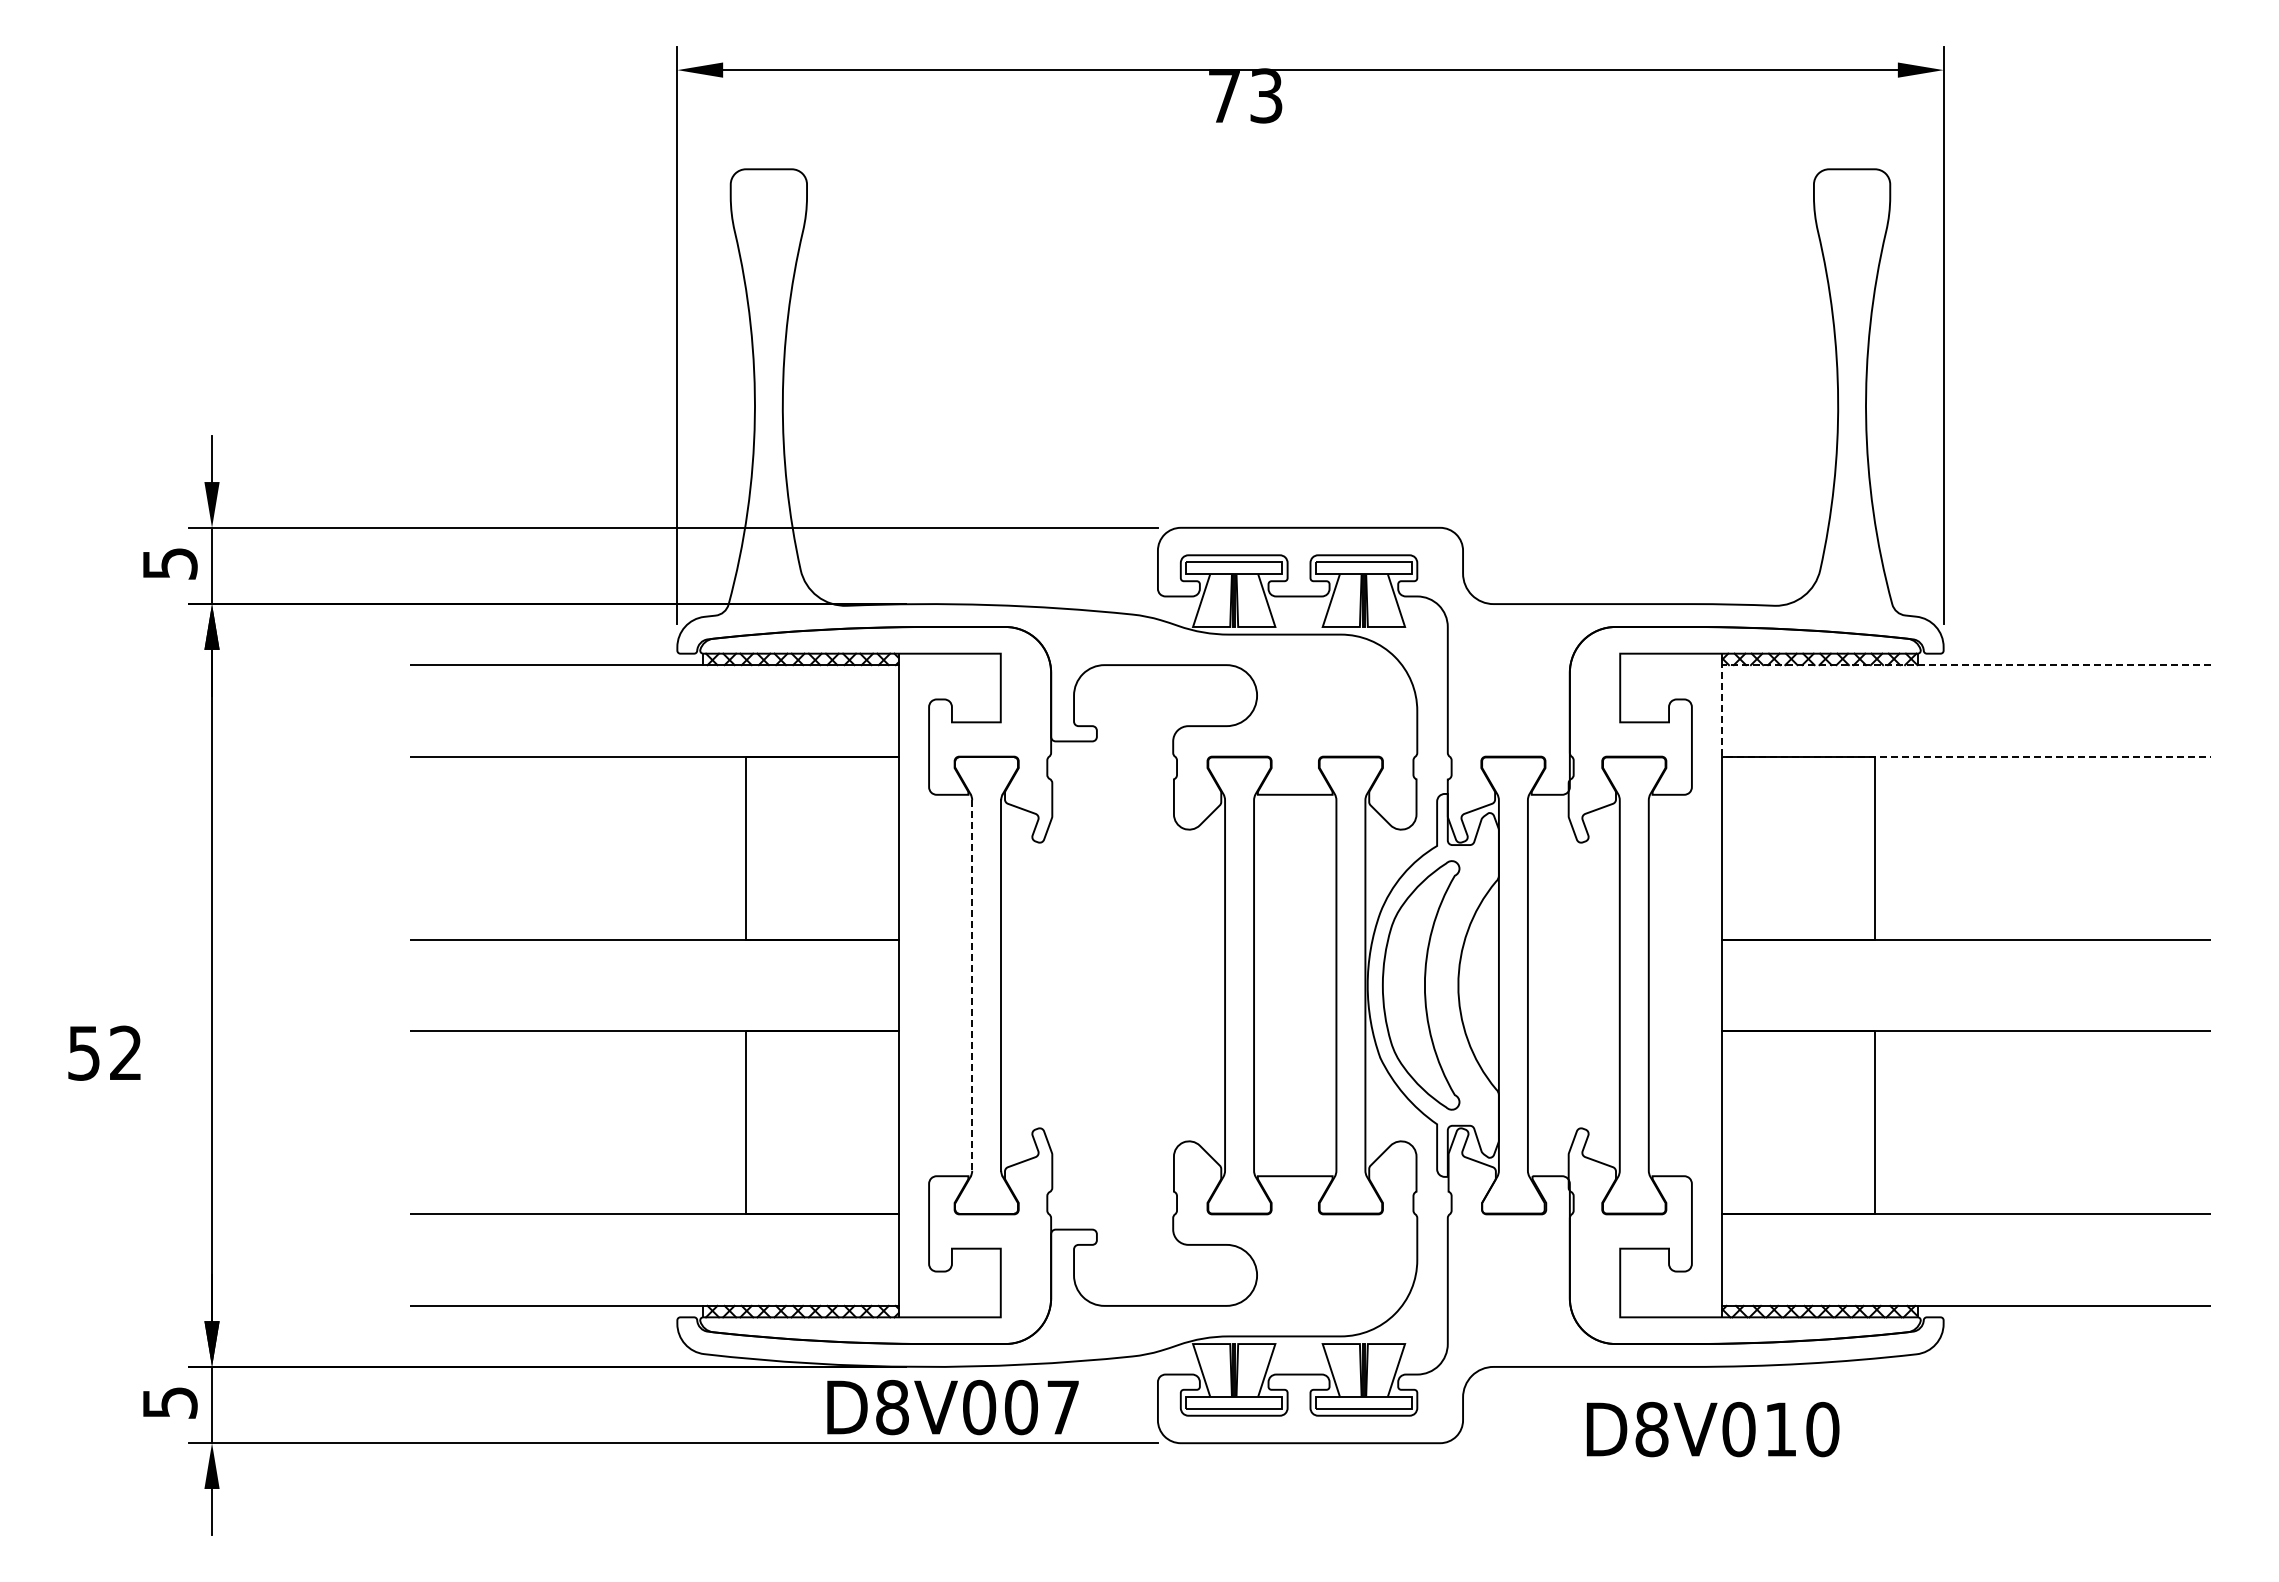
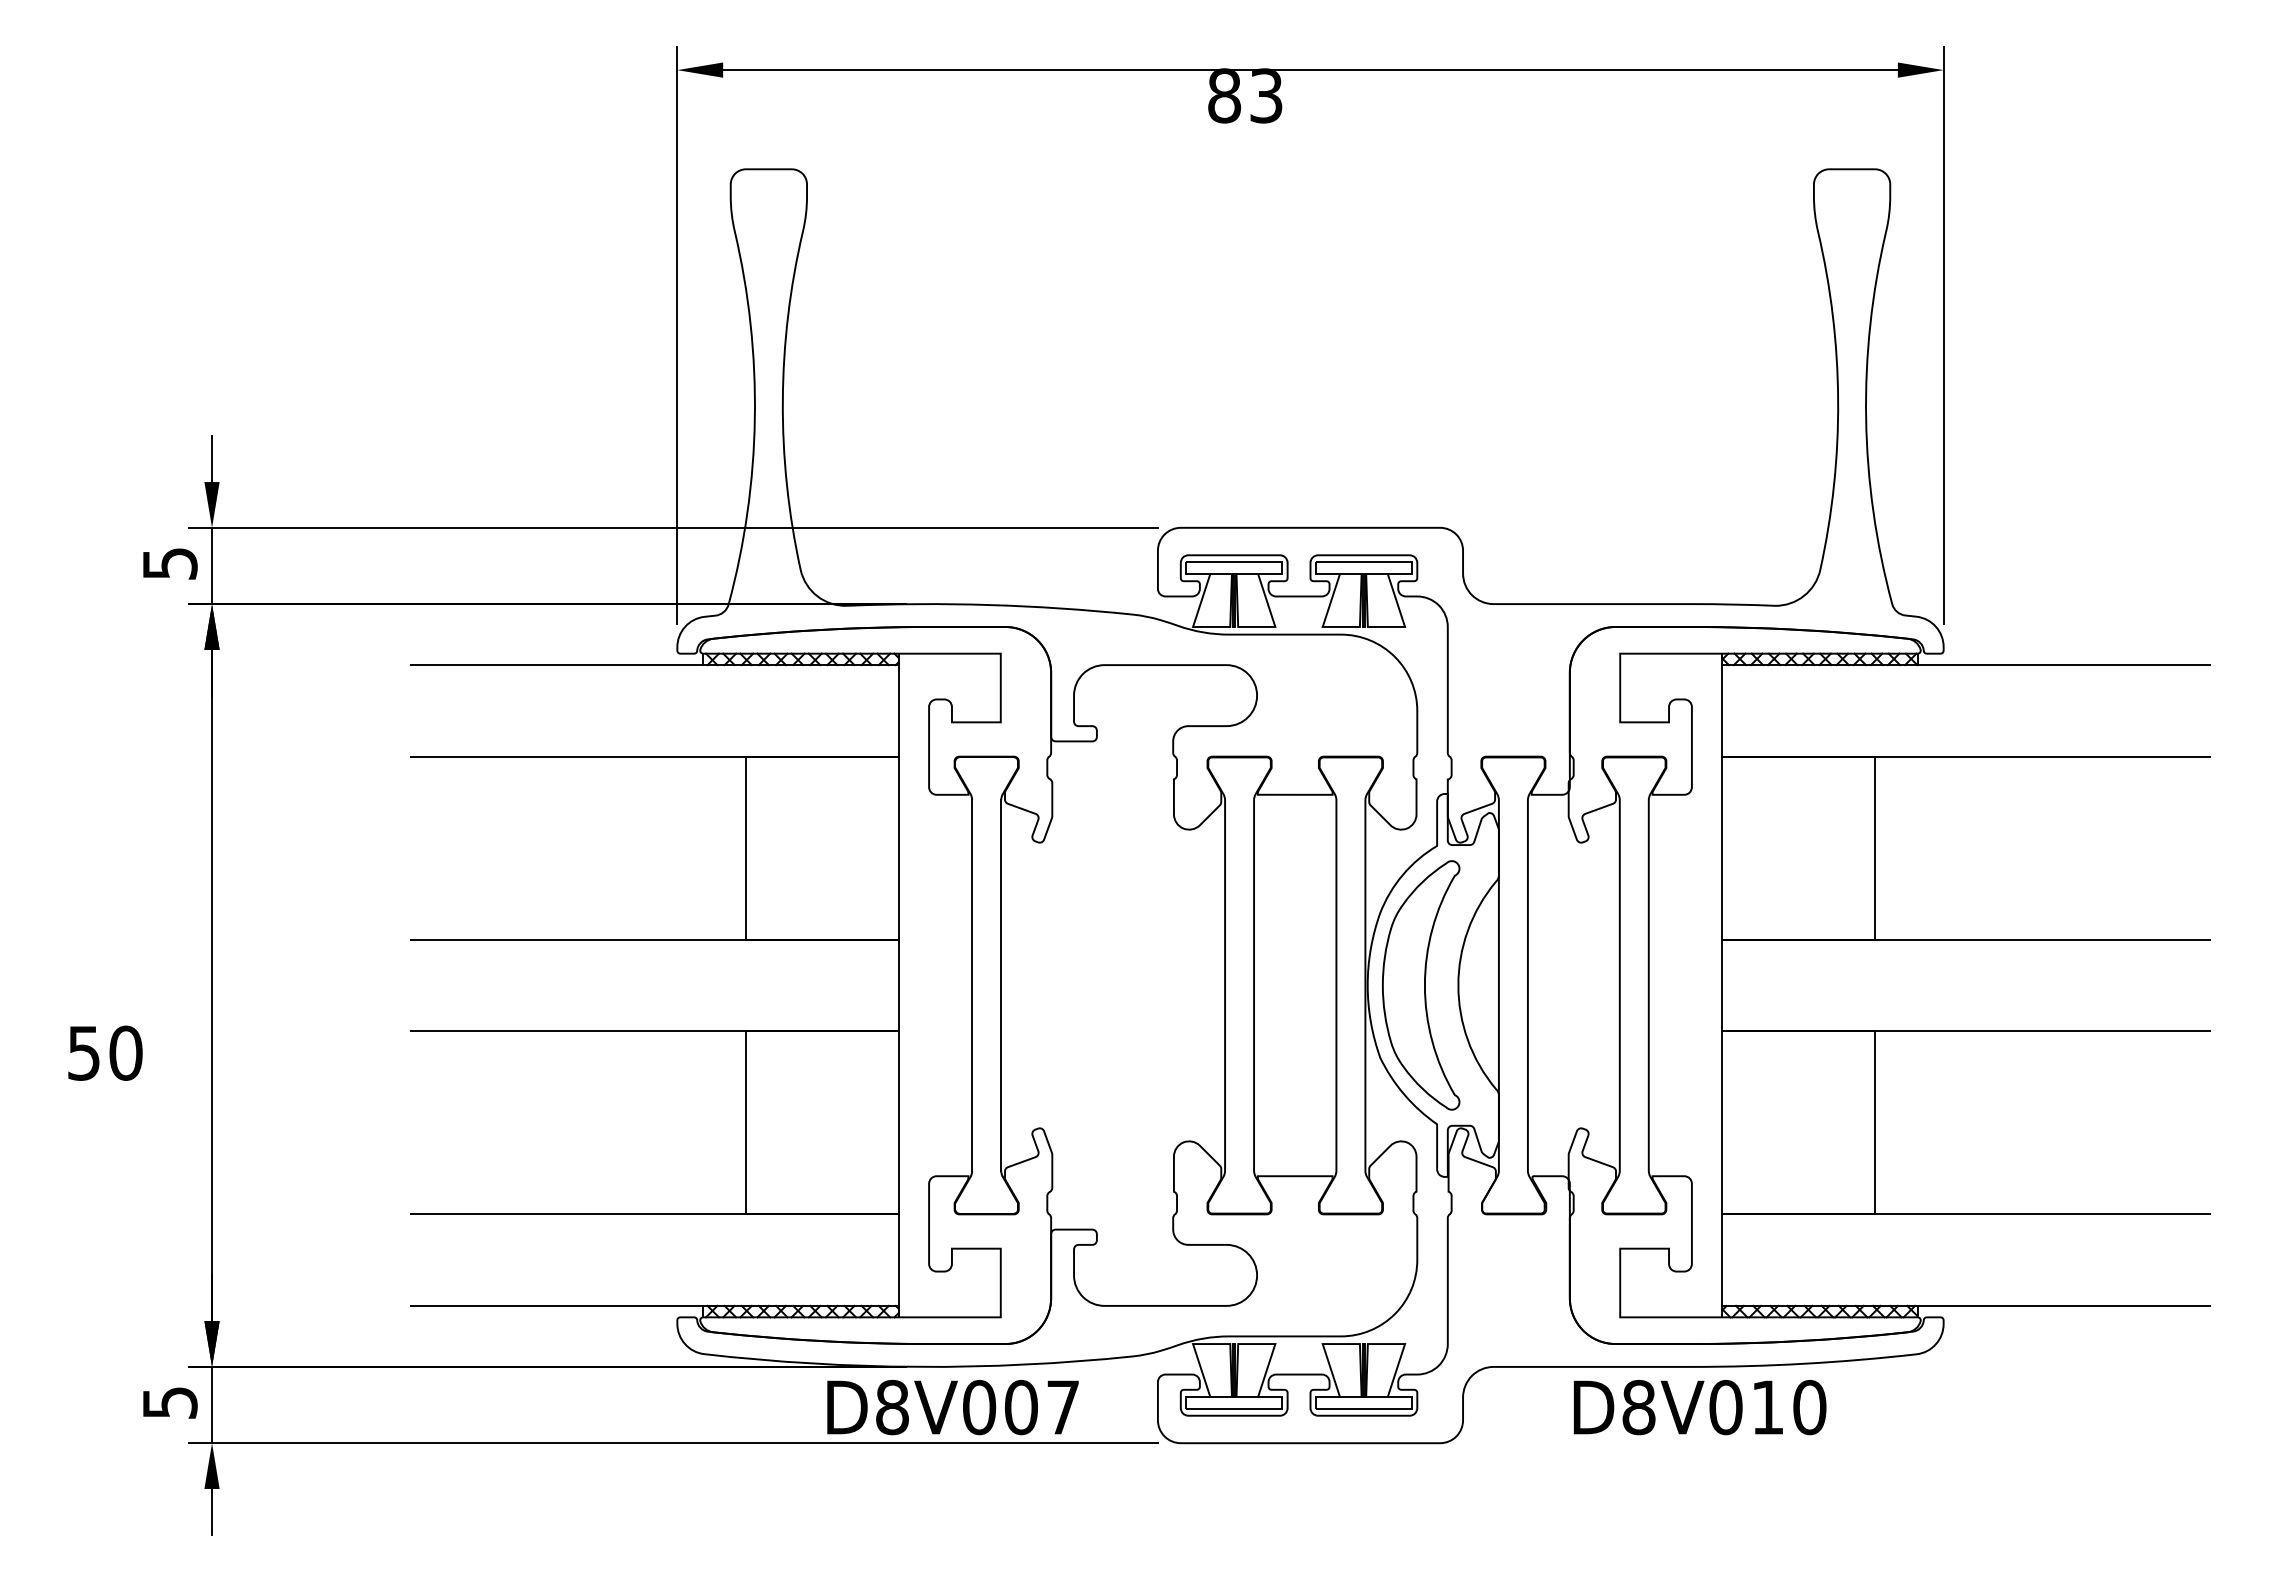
text at (1224, 95): 73 -> 83
line at (1722, 710): dashed -> solid
line at (972, 986): dashed -> solid
text at (125, 1052): 52 -> 50
text at (1713, 1429) position: (1713, 1429) -> (1700, 1407)
